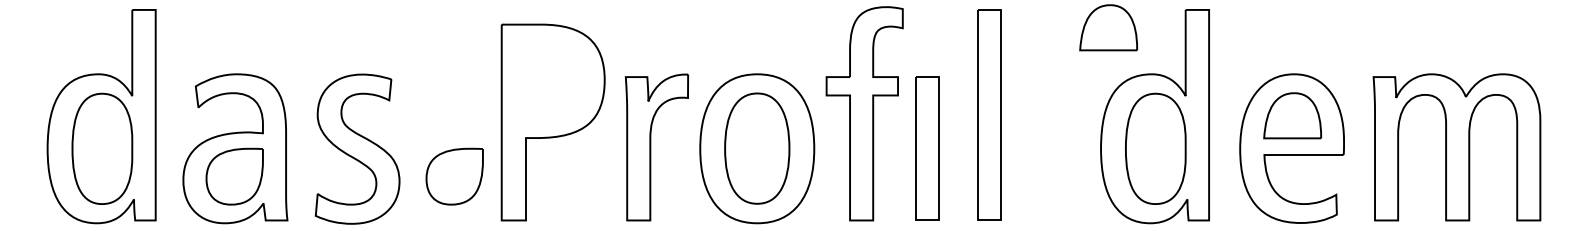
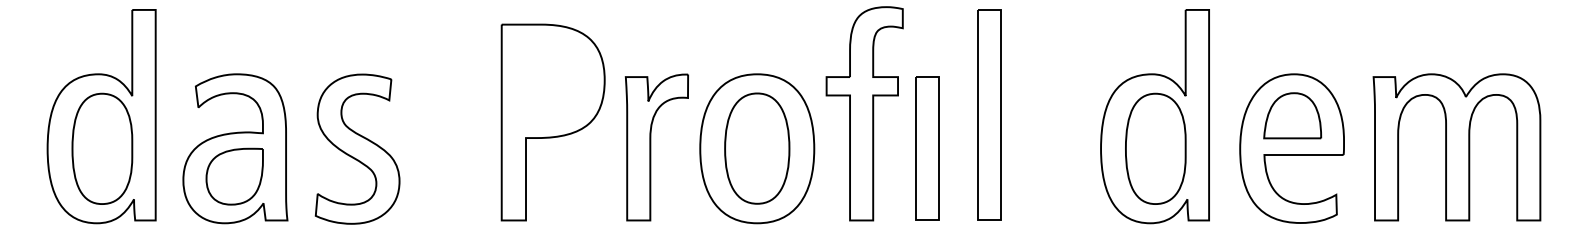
part at (1108, 27): present -> none
part at (454, 176): present -> none
